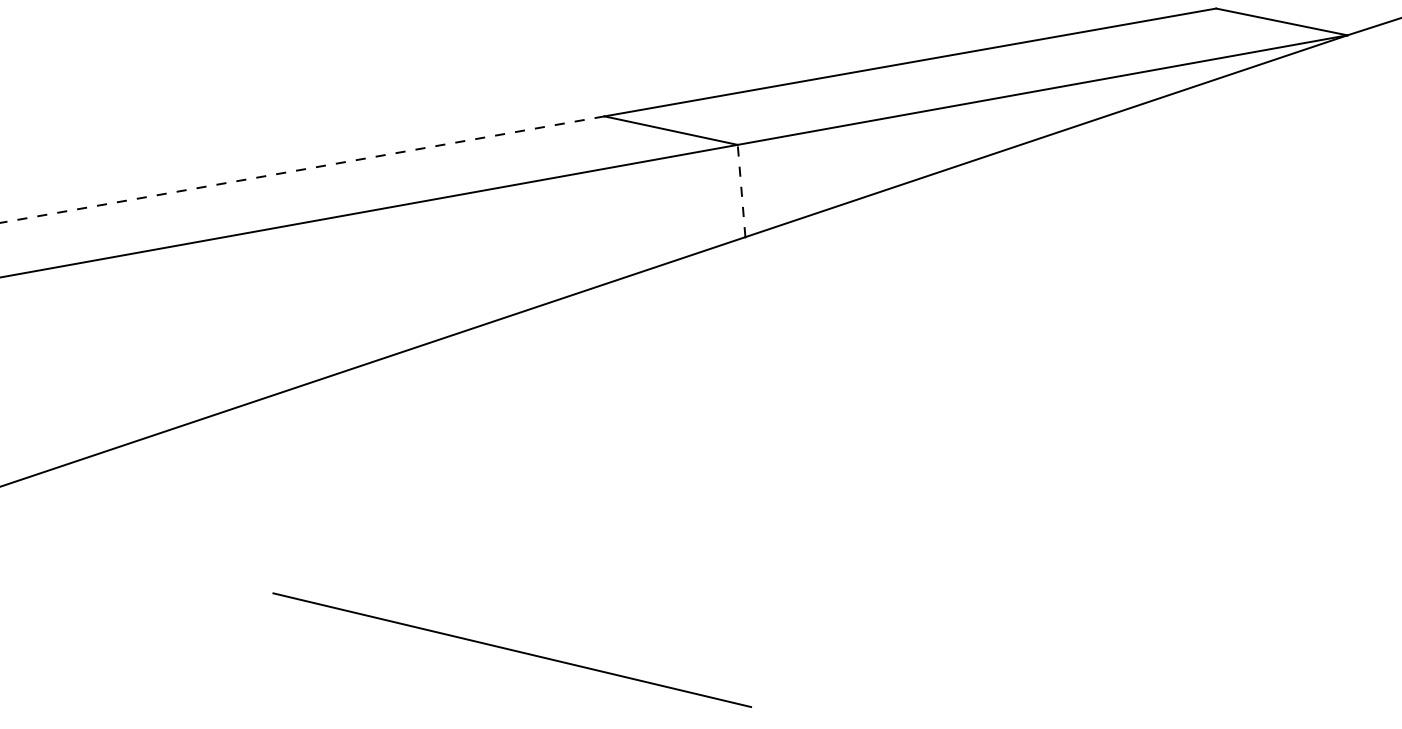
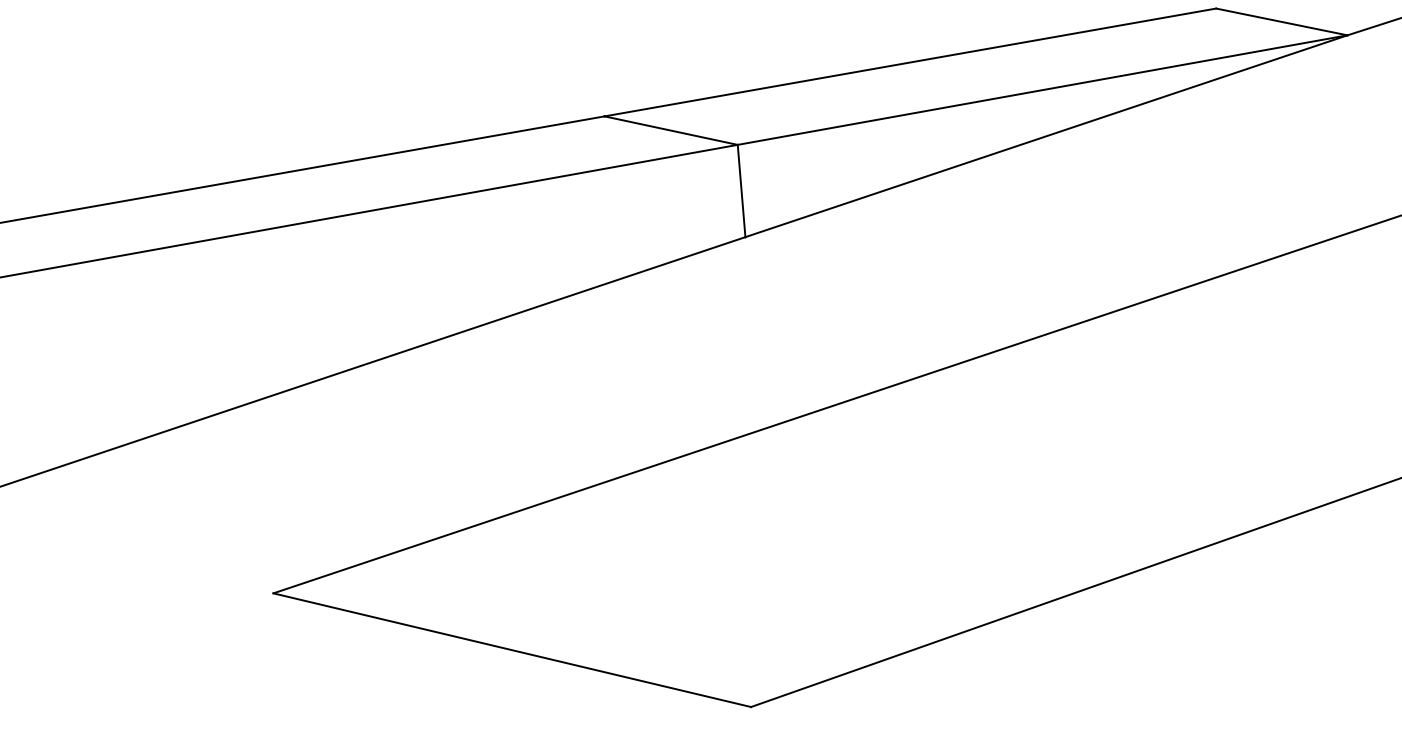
line at (302, 169): dashed -> solid
line at (741, 190): dashed -> solid
line at (835, 404): none -> present
line at (1074, 593): none -> present
